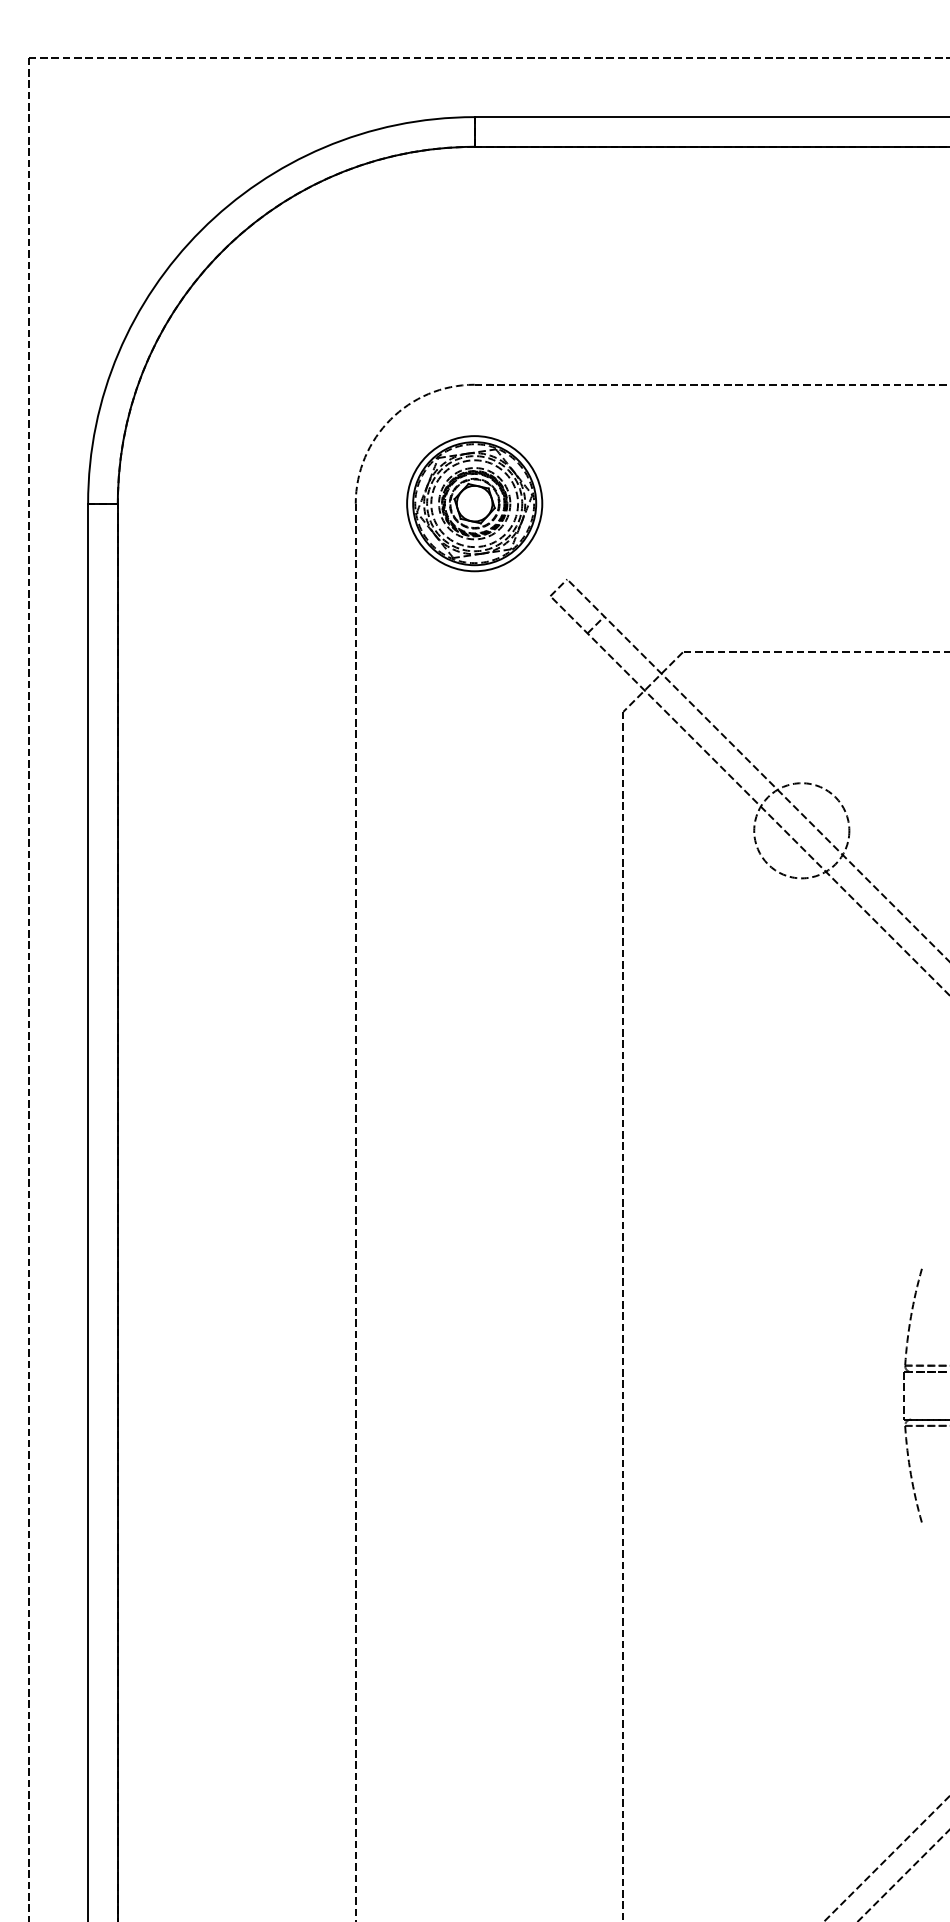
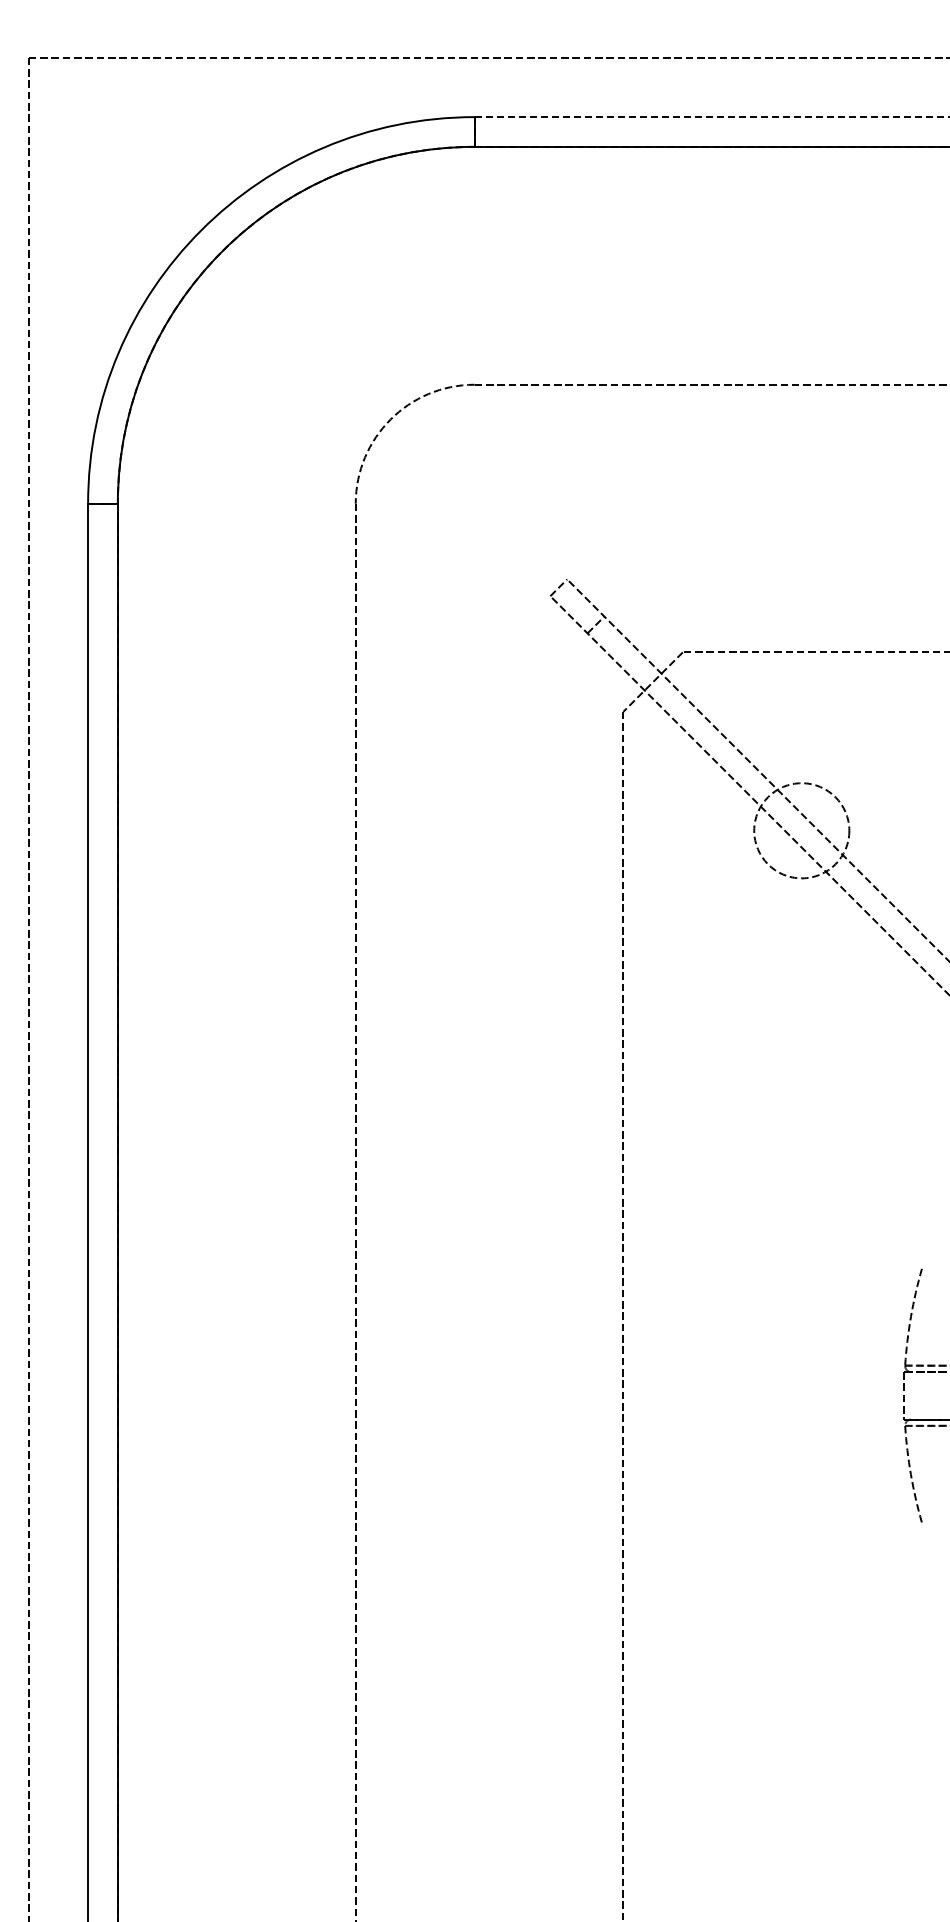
line at (712, 117): solid -> dashed
part at (474, 503): present -> none
line at (886, 1858): present -> none
line at (903, 1875): present -> none
